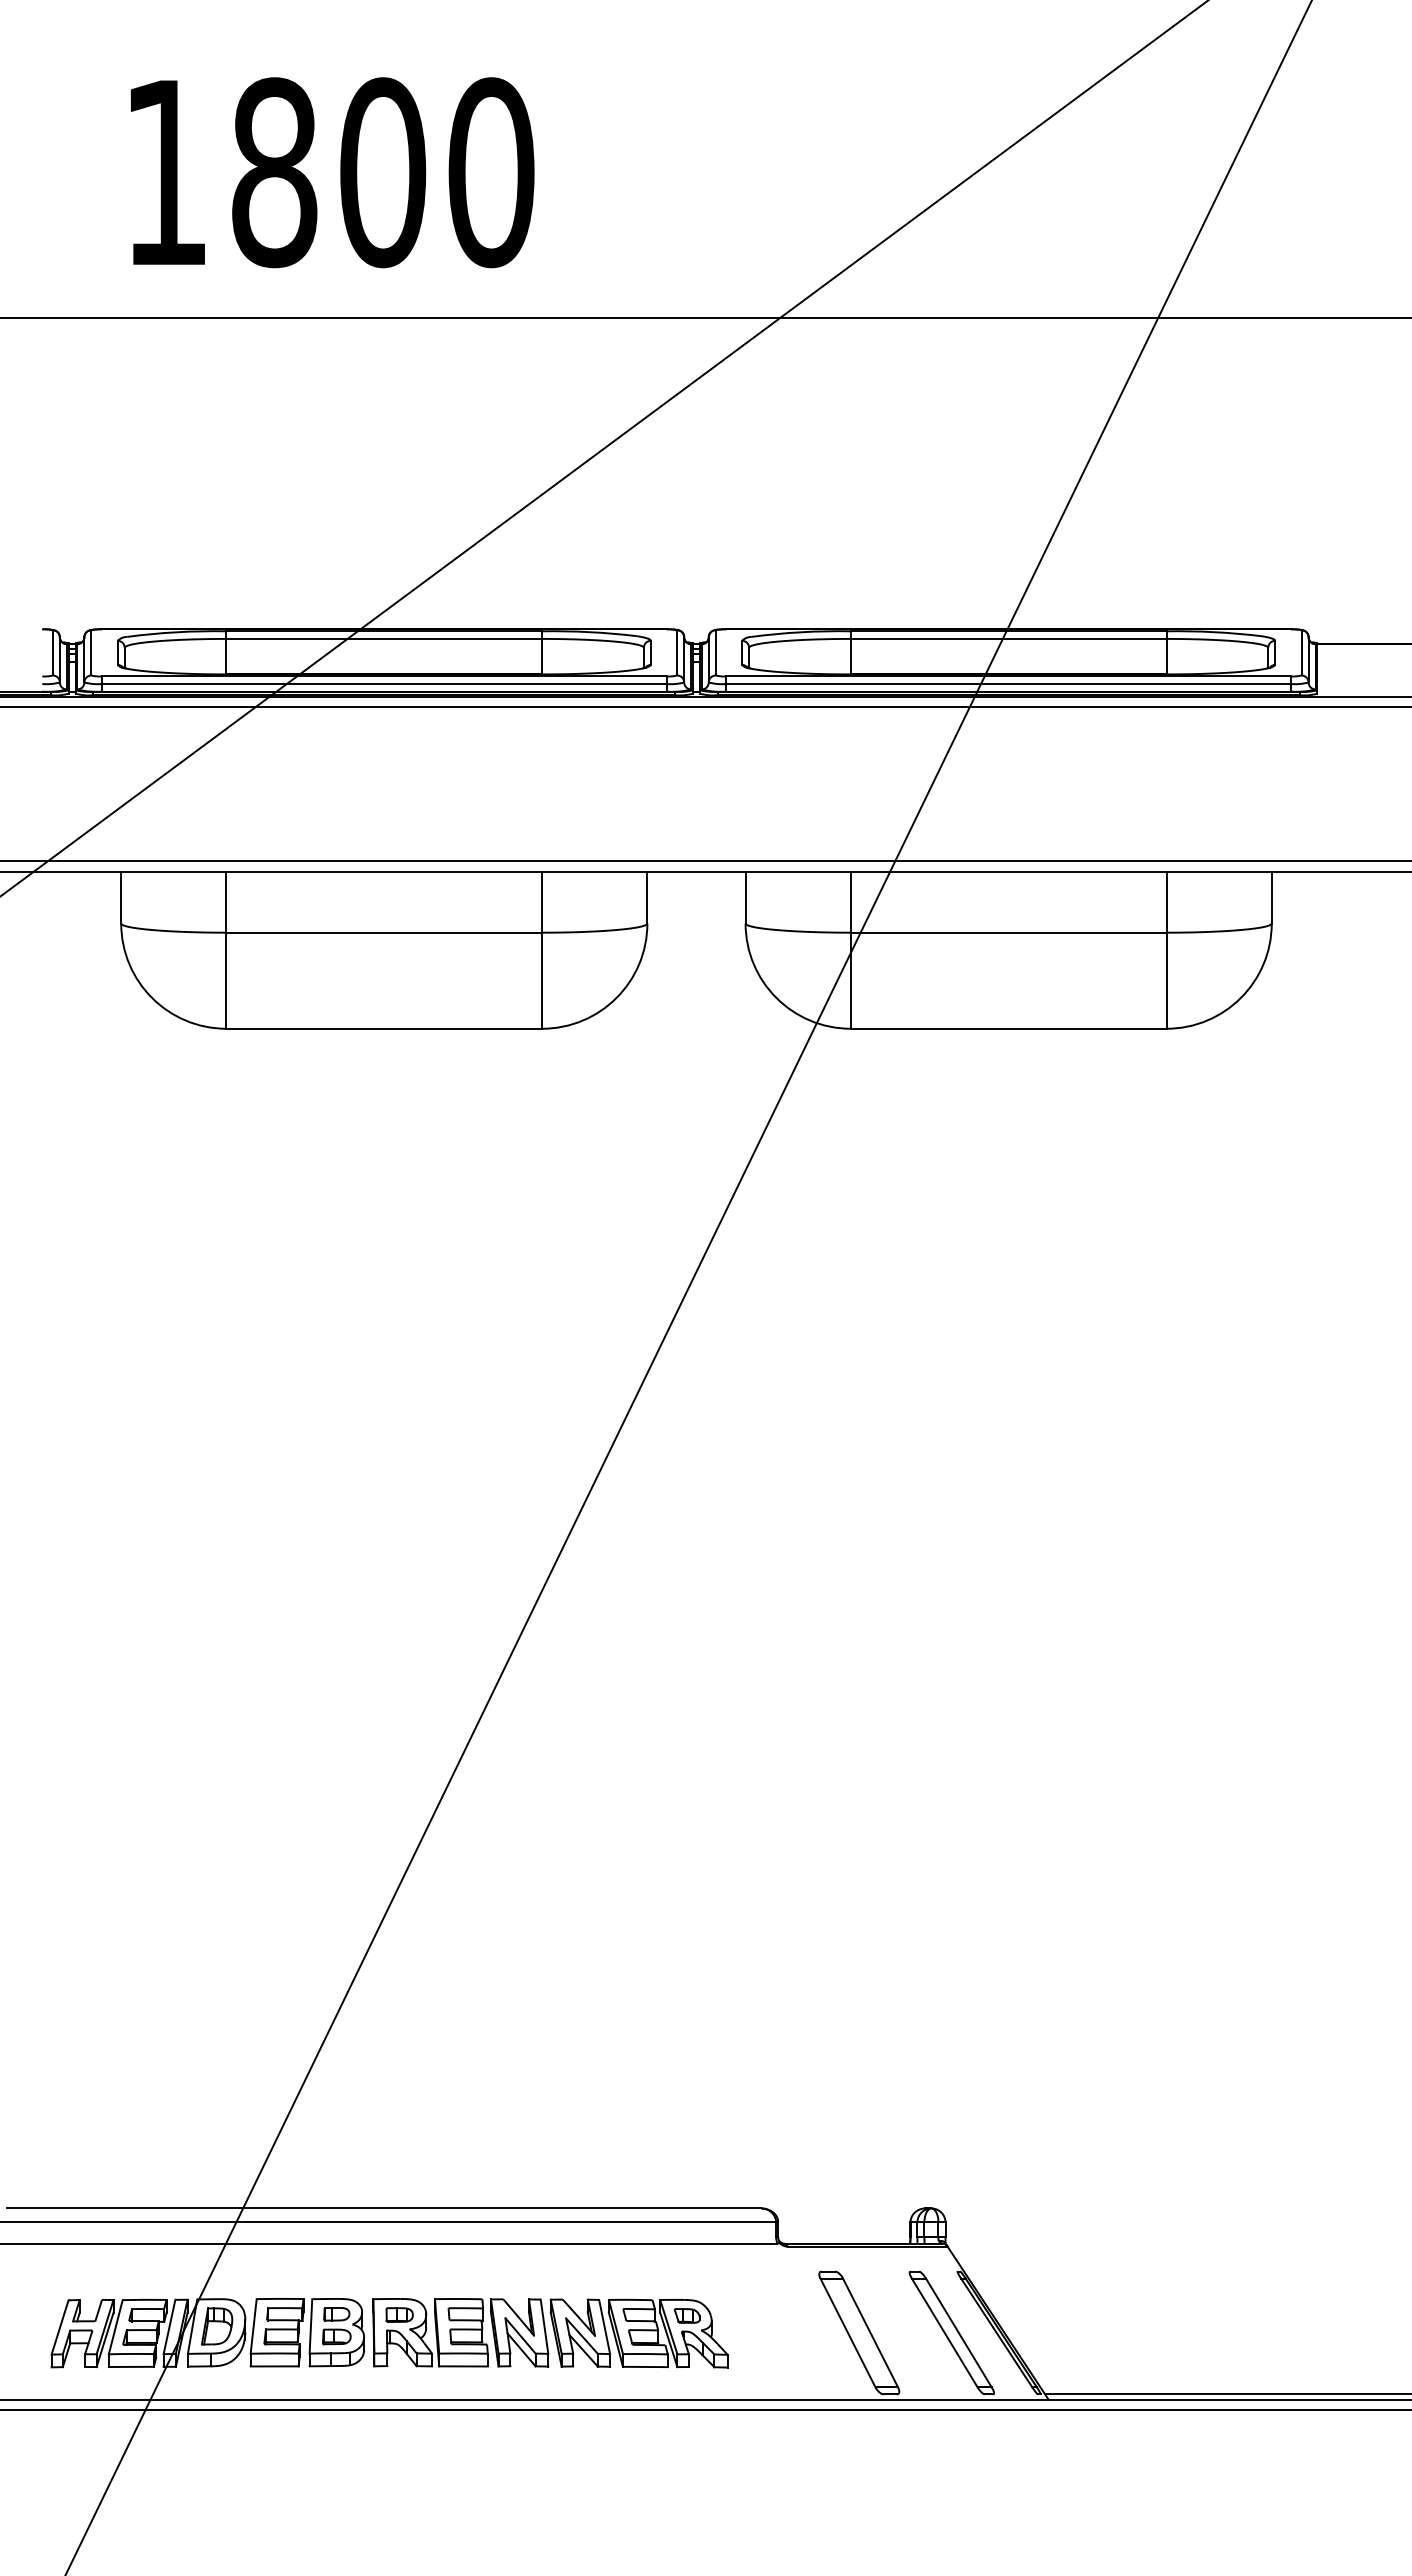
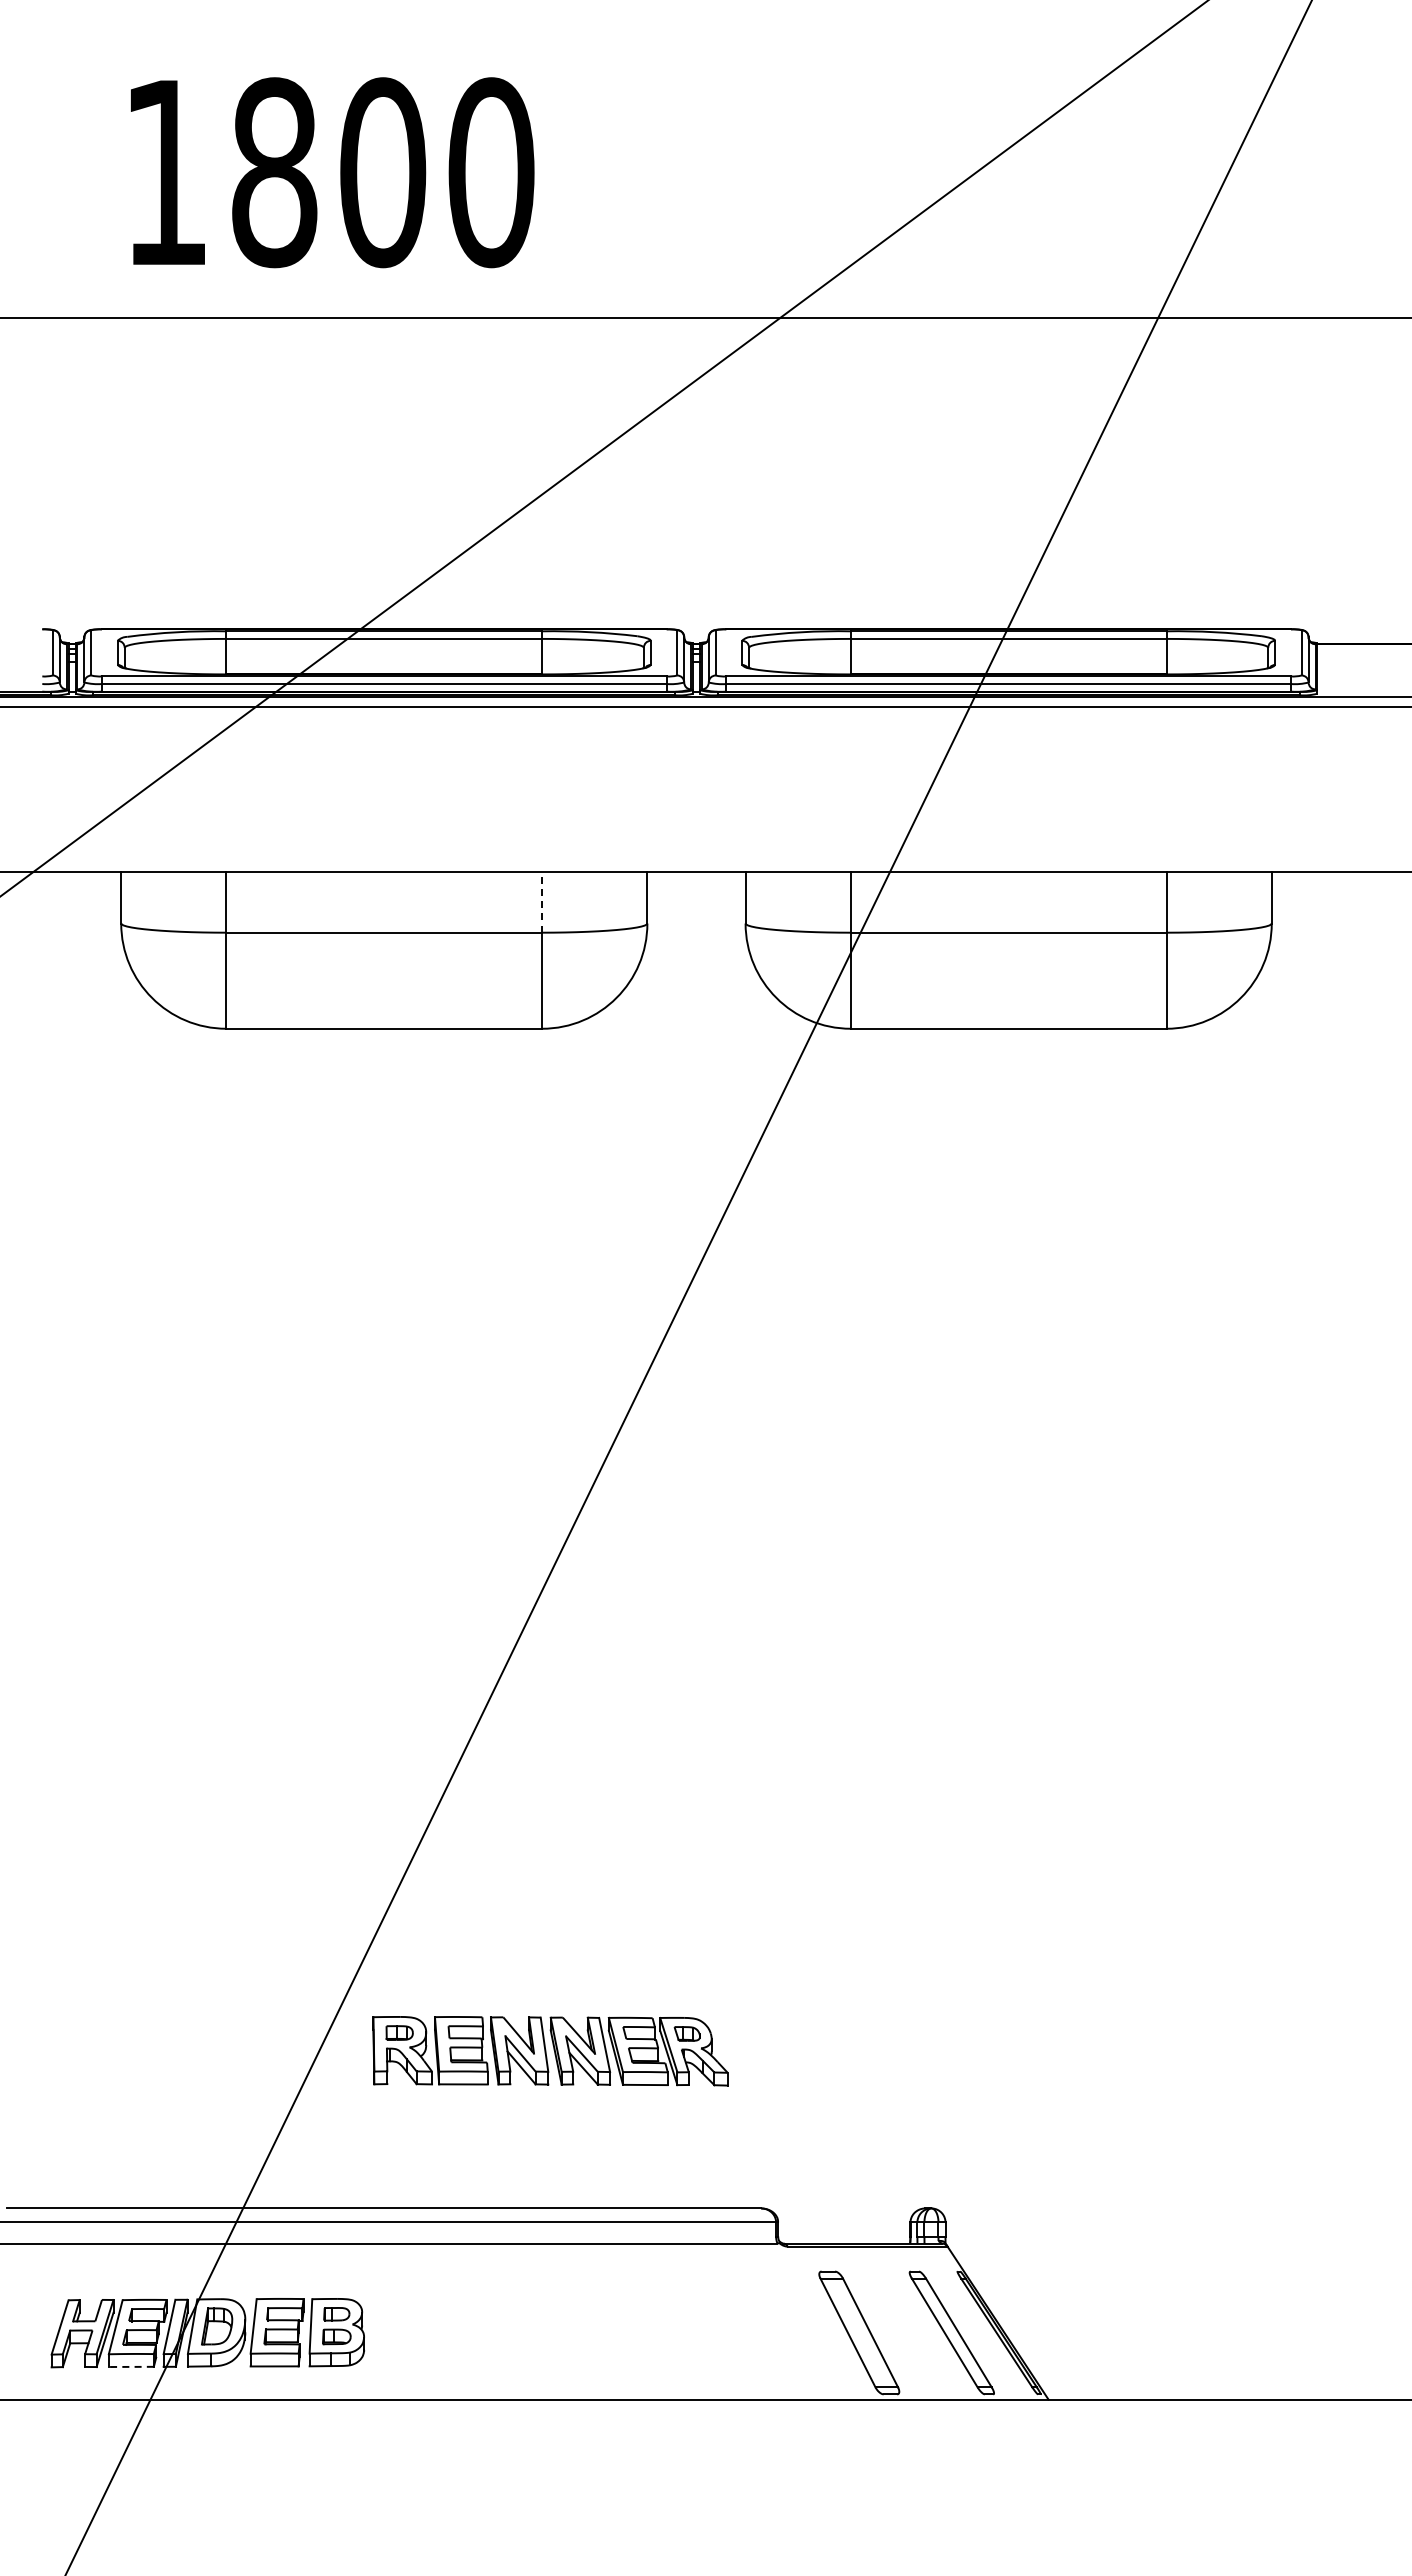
line at (705, 861): present -> none
line at (542, 901): solid -> dashed
part at (550, 2333) position: (550, 2333) -> (550, 2051)
line at (131, 2366): solid -> dashed
line at (1226, 2394): present -> none
line at (705, 2410): present -> none
